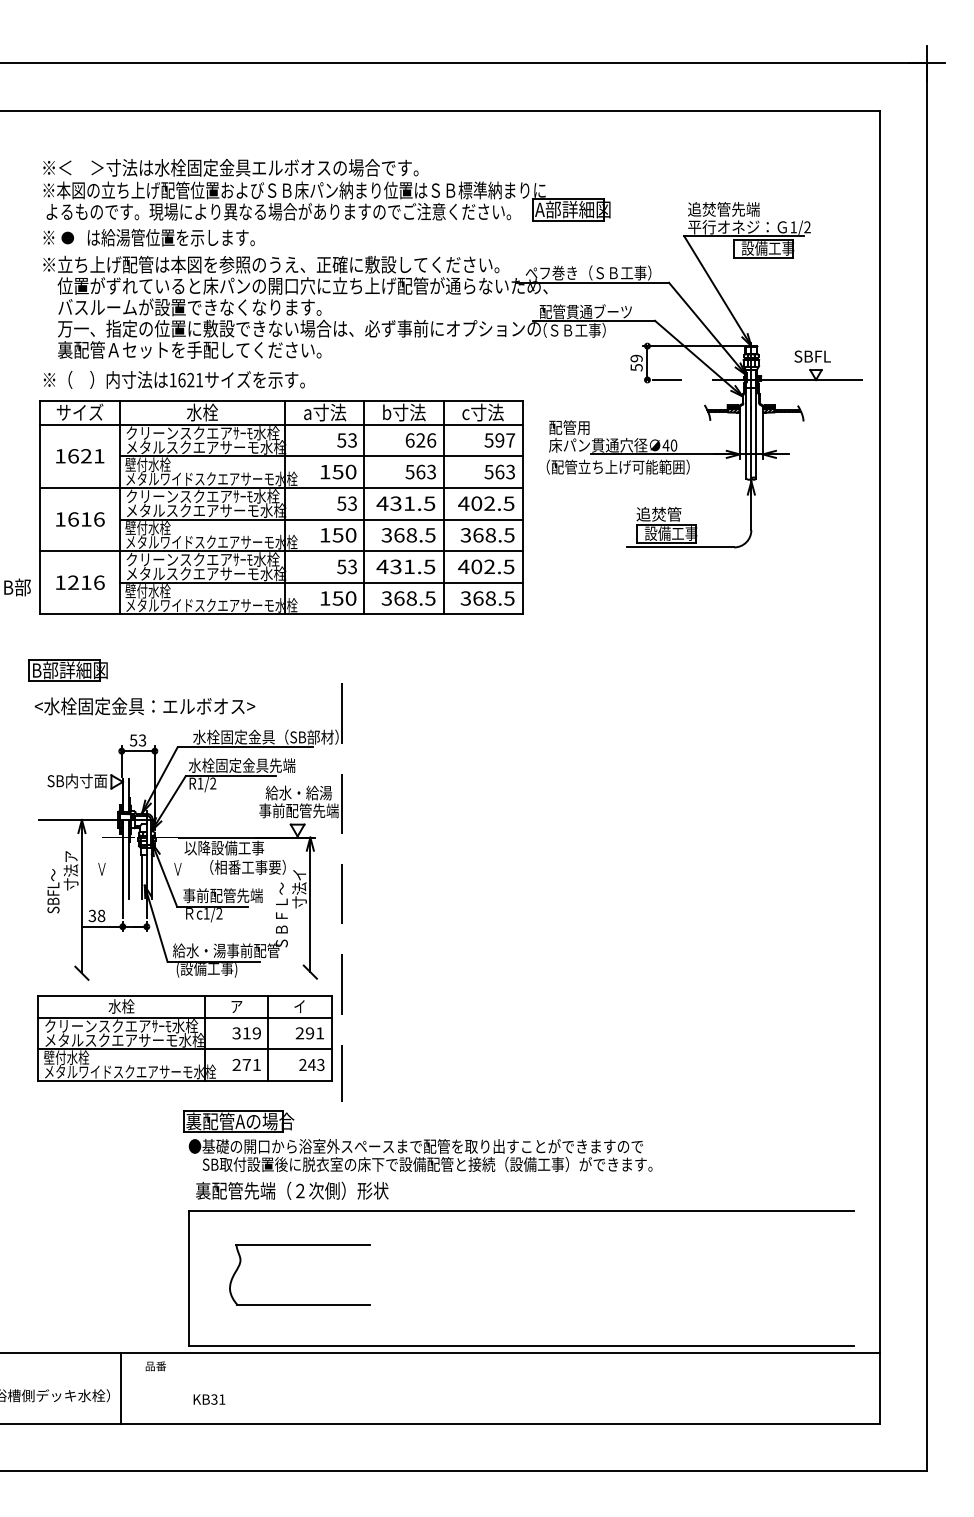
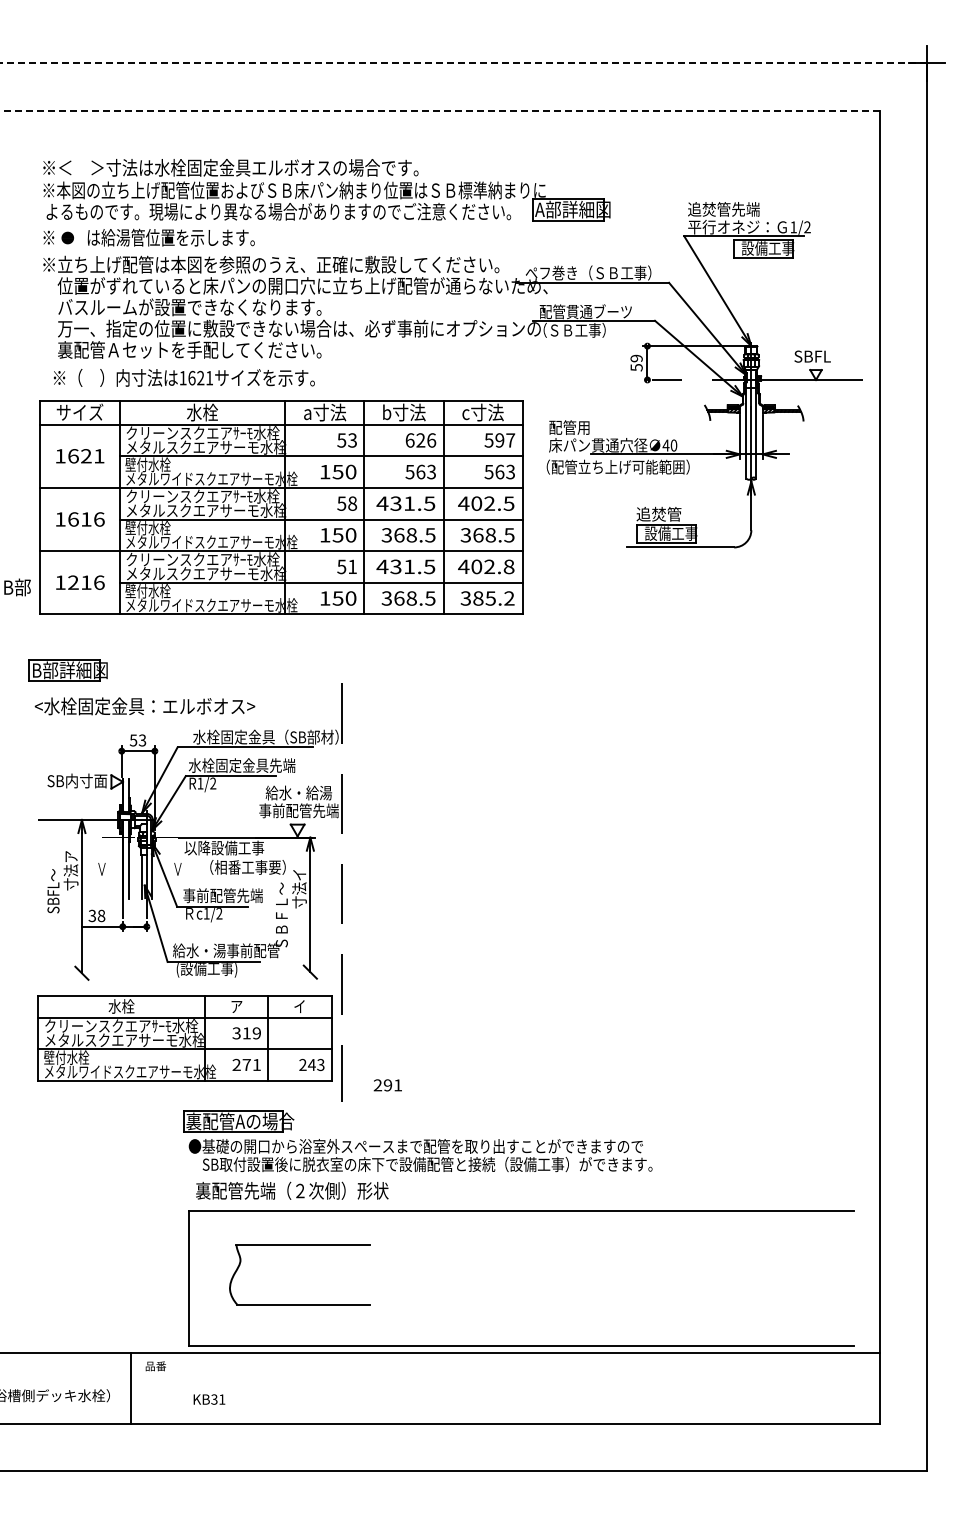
line at (463, 63): solid -> dashed
line at (439, 110): solid -> dashed
text at (174, 379) position: (174, 379) -> (184, 377)
text at (352, 503): 53 -> 58
text at (352, 566): 53 -> 51
text at (508, 566): 402.5 -> 402.8
text at (493, 598): 368.5 -> 385.2
text at (309, 1033) position: (309, 1033) -> (387, 1085)
line at (121, 1388) position: (121, 1388) -> (131, 1388)
